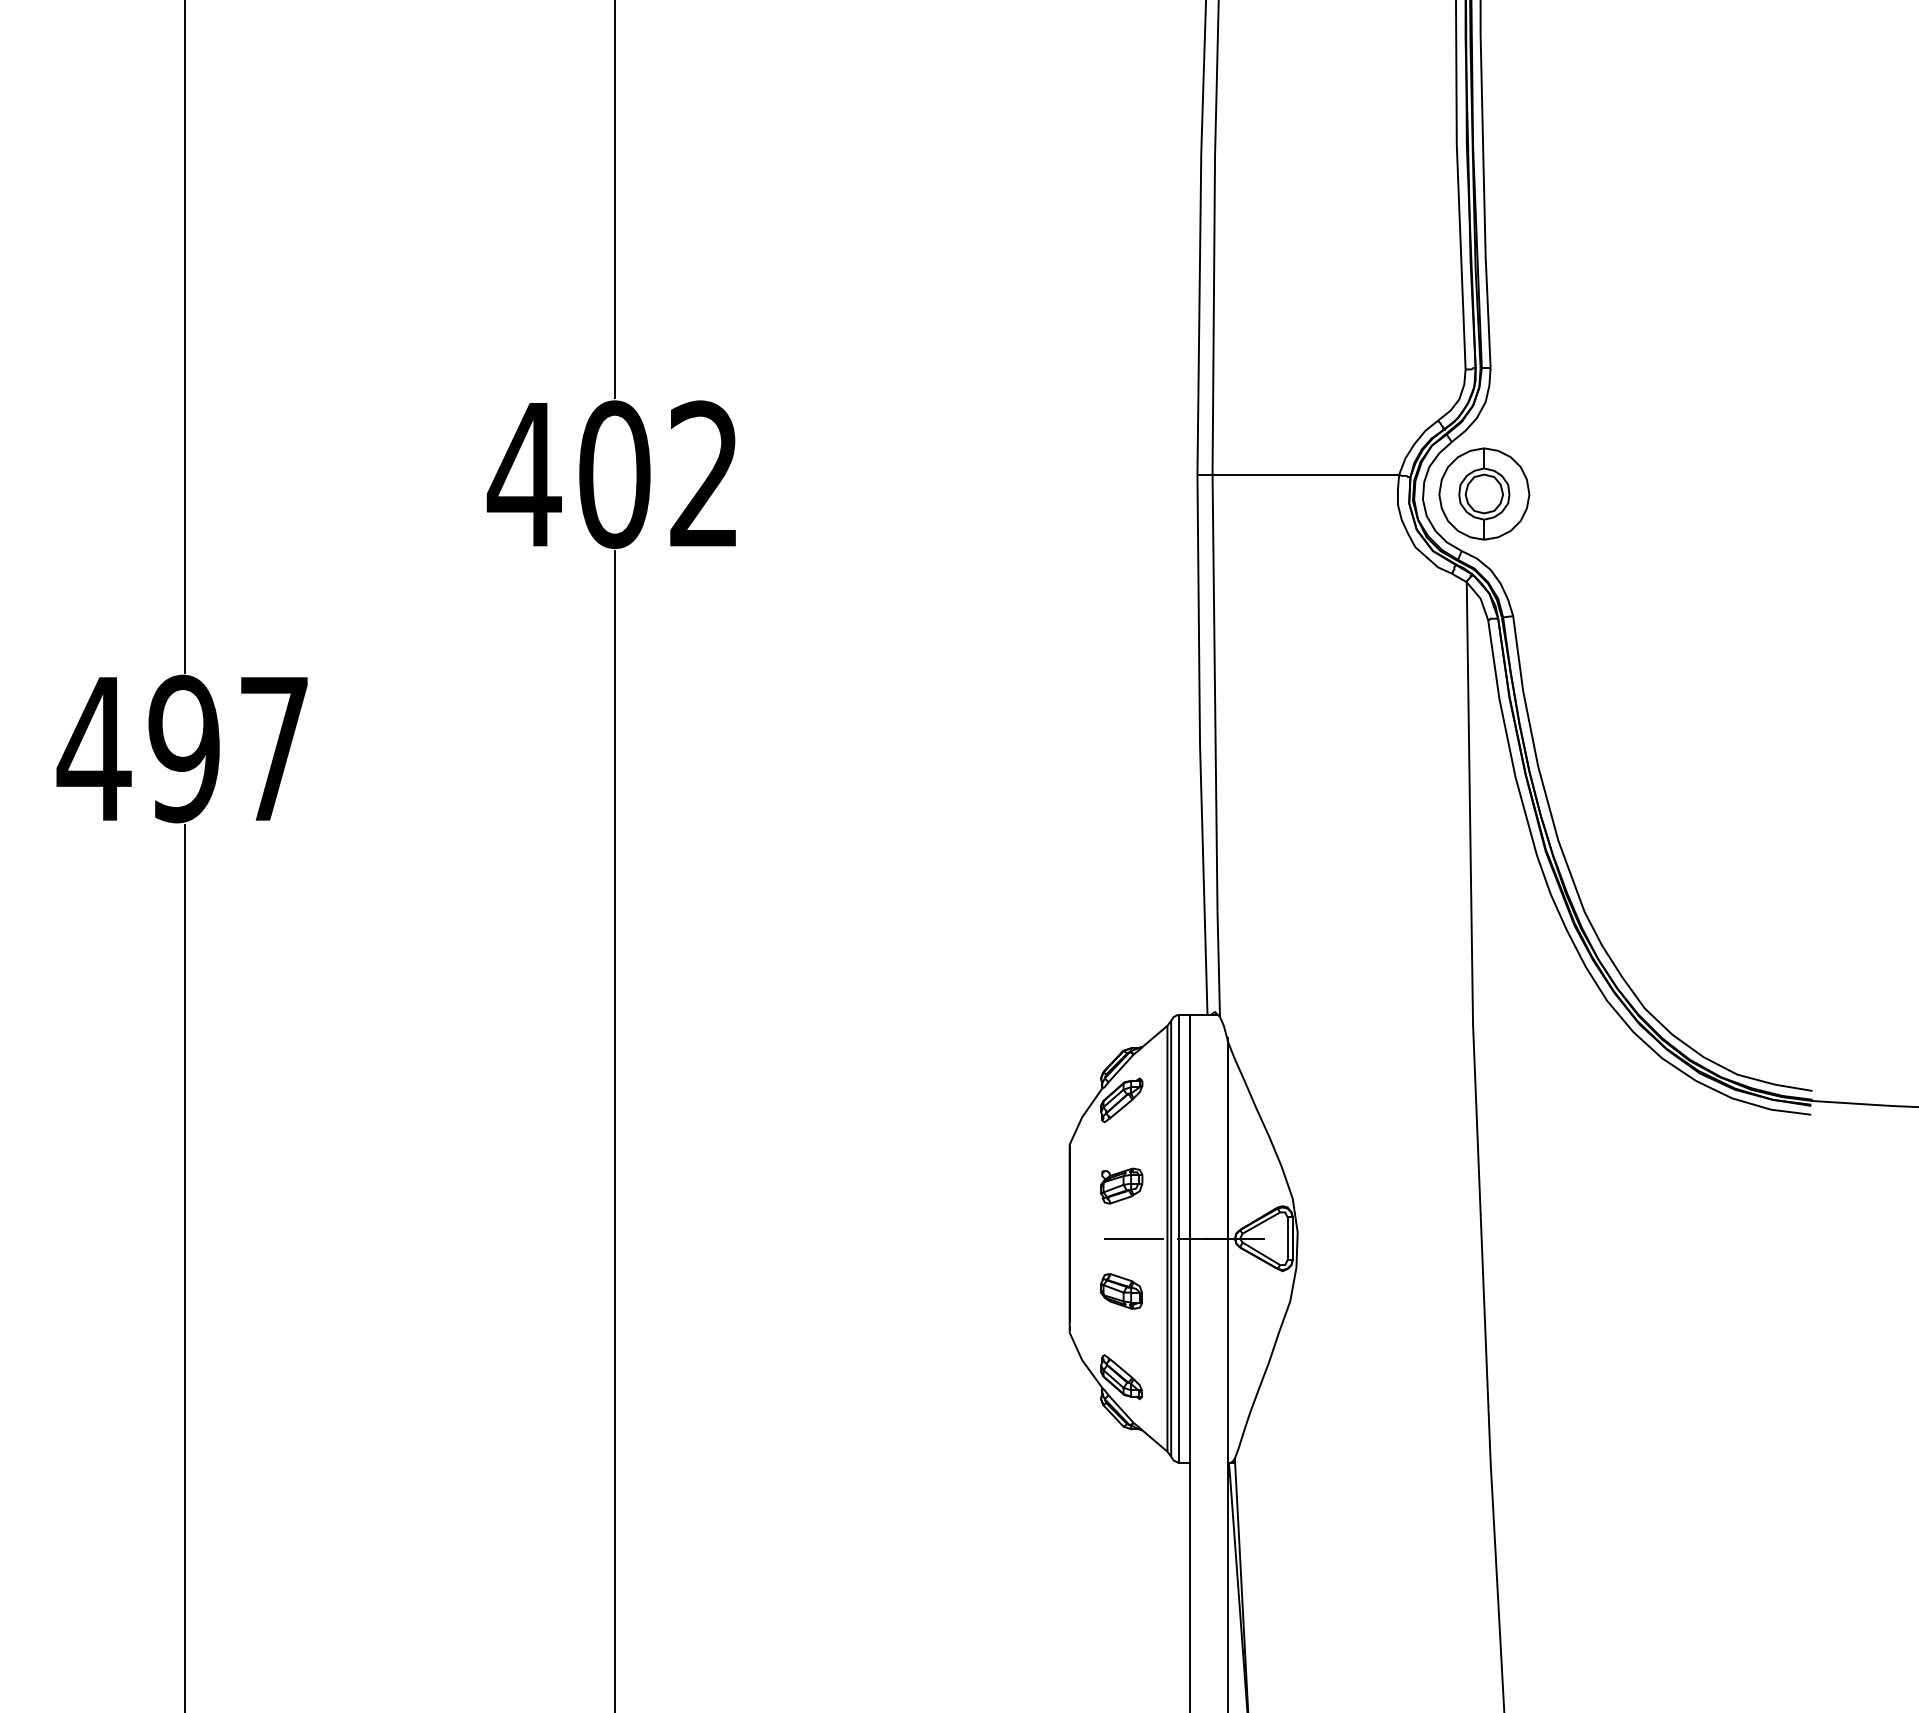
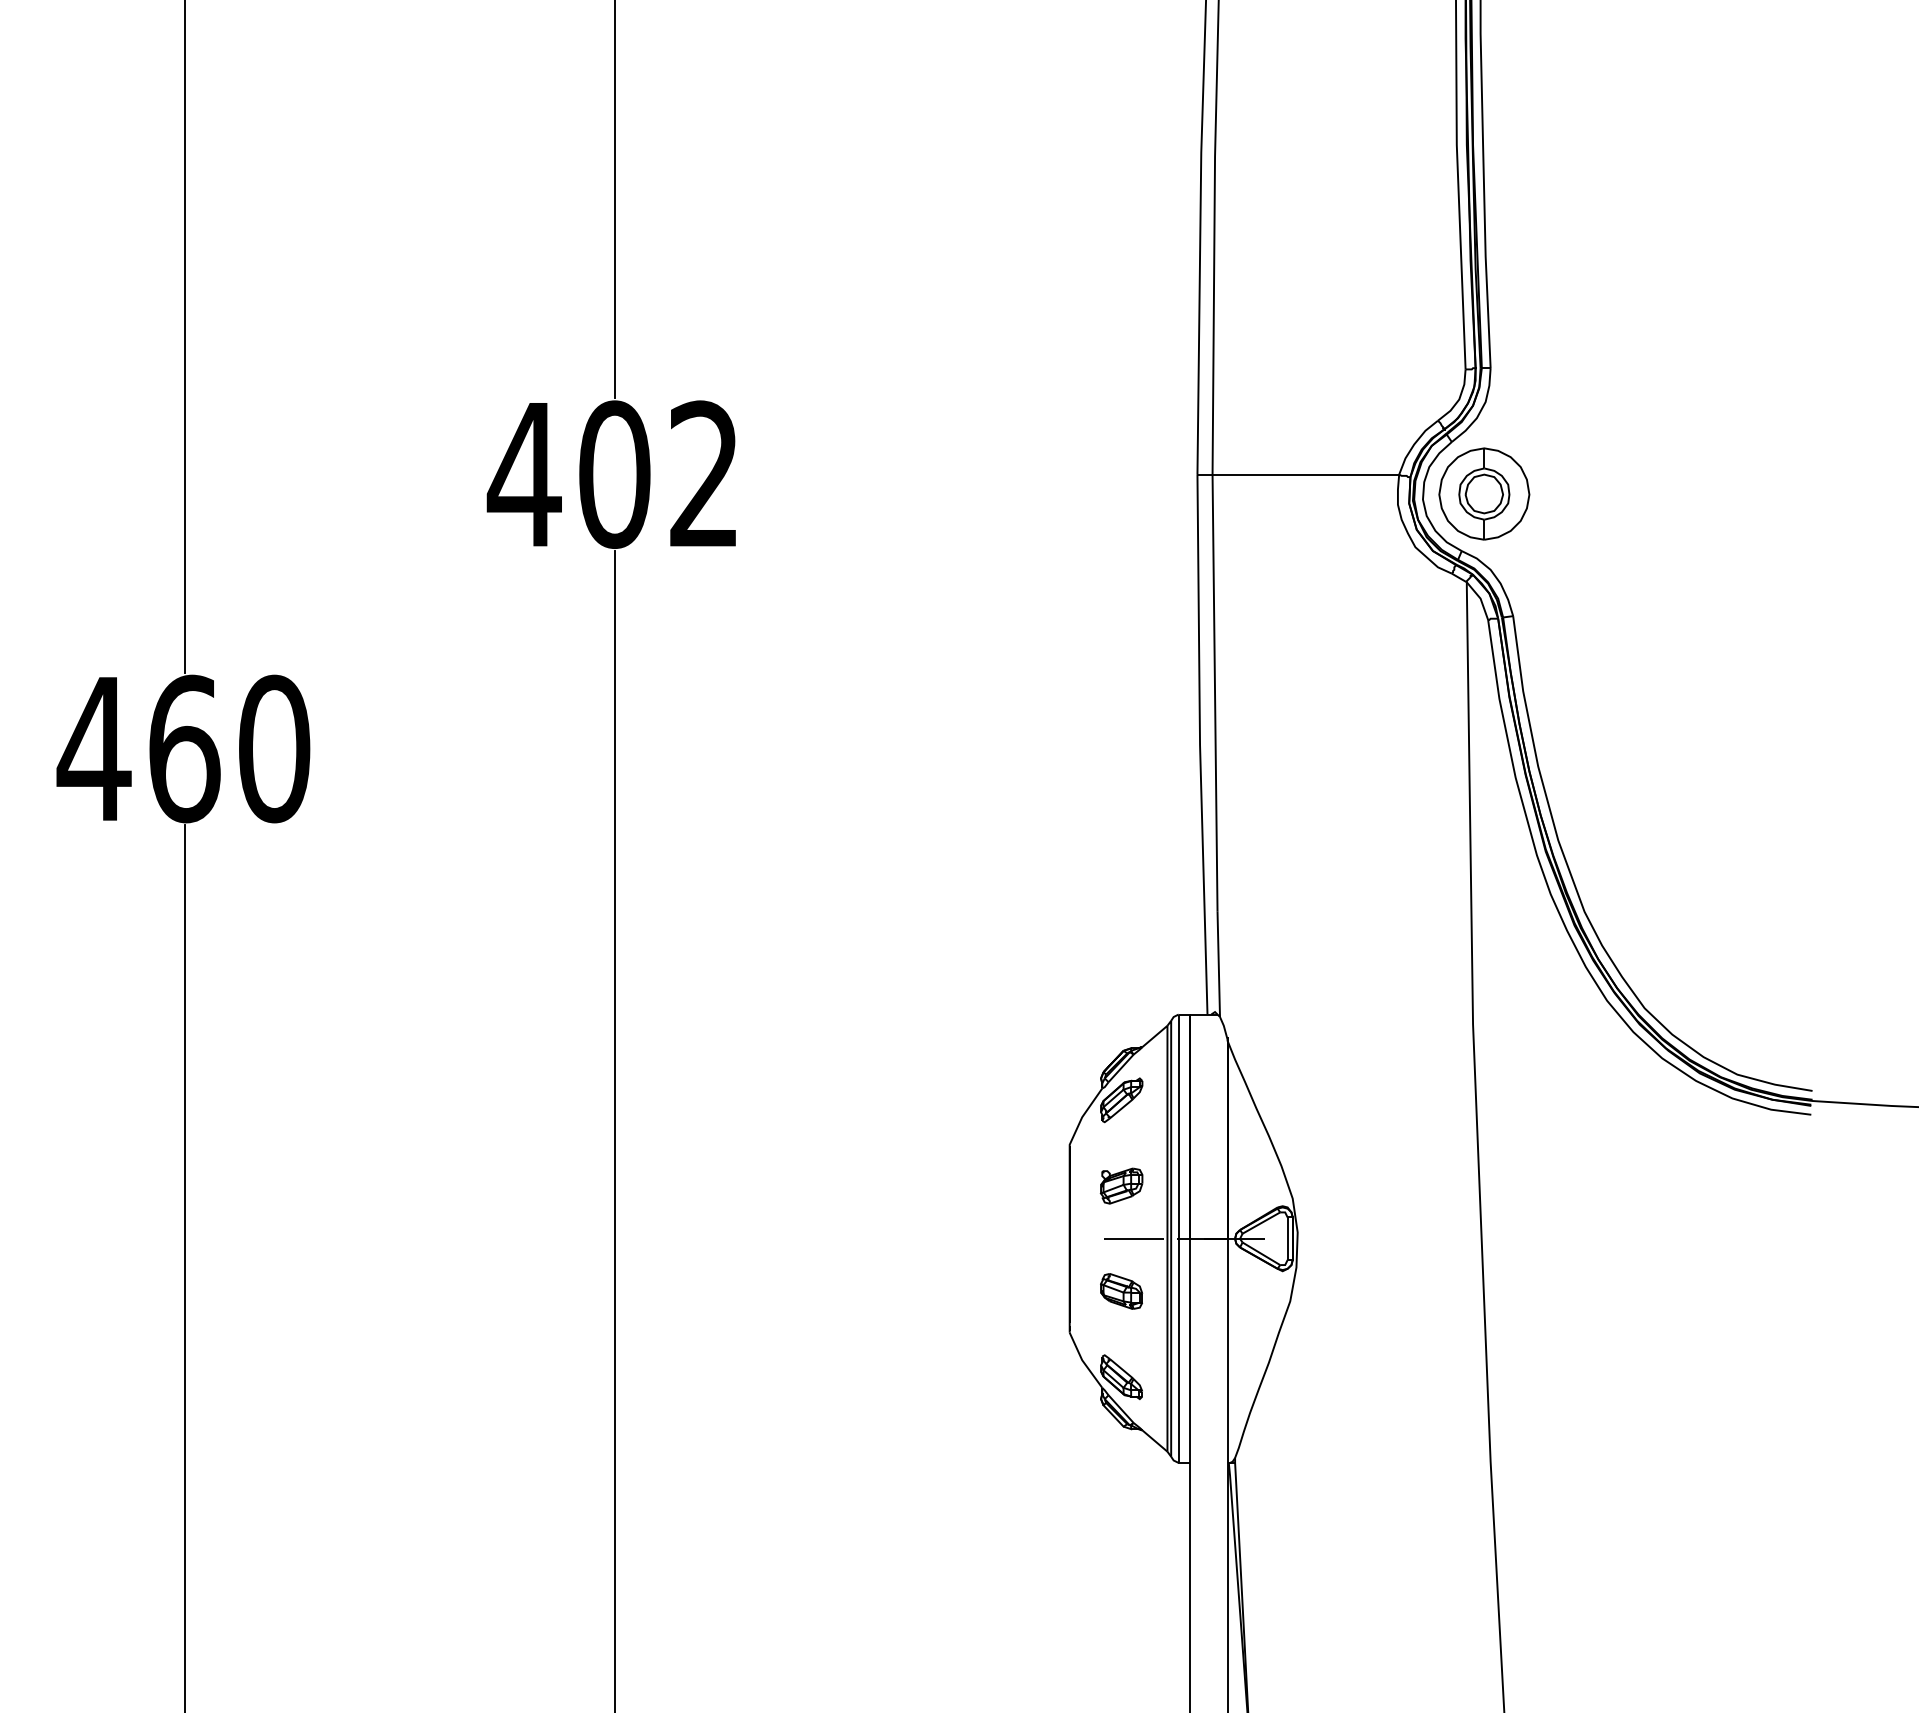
text at (229, 748): 497 -> 460
